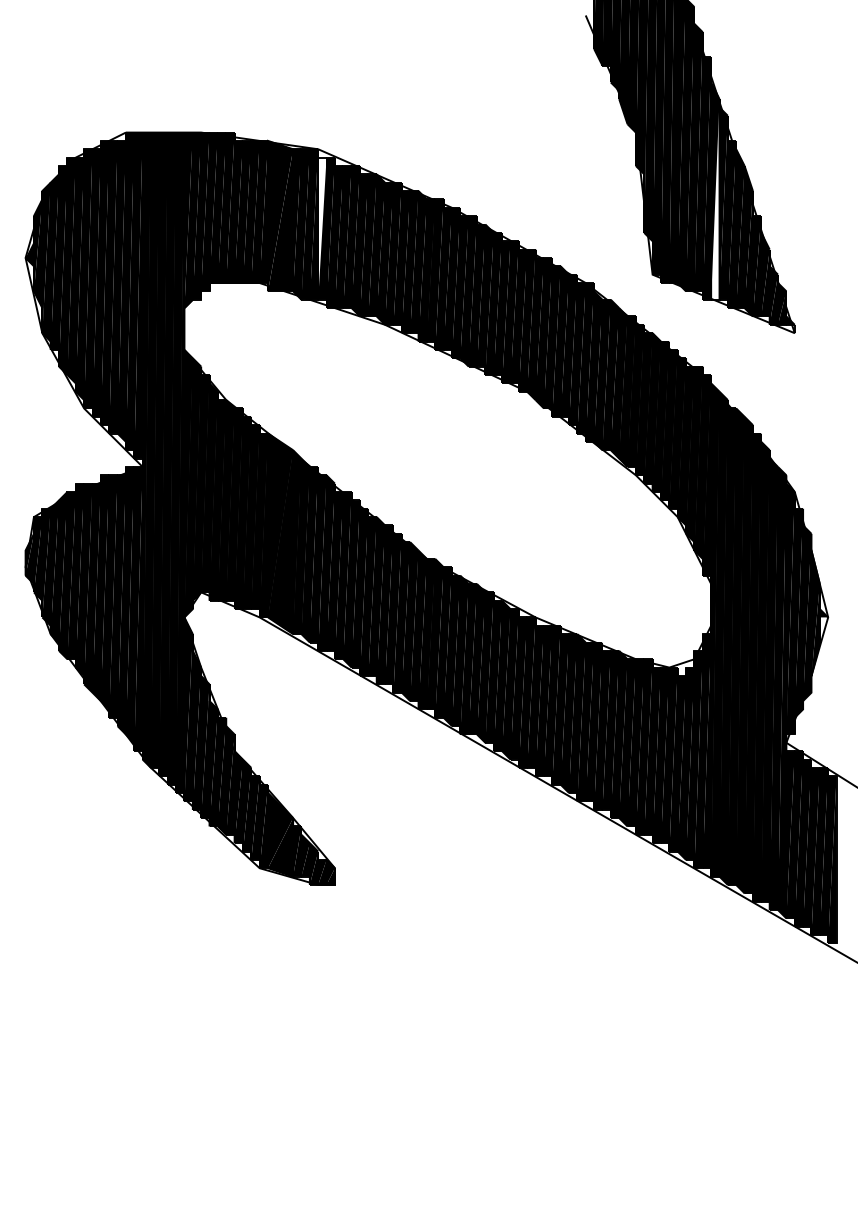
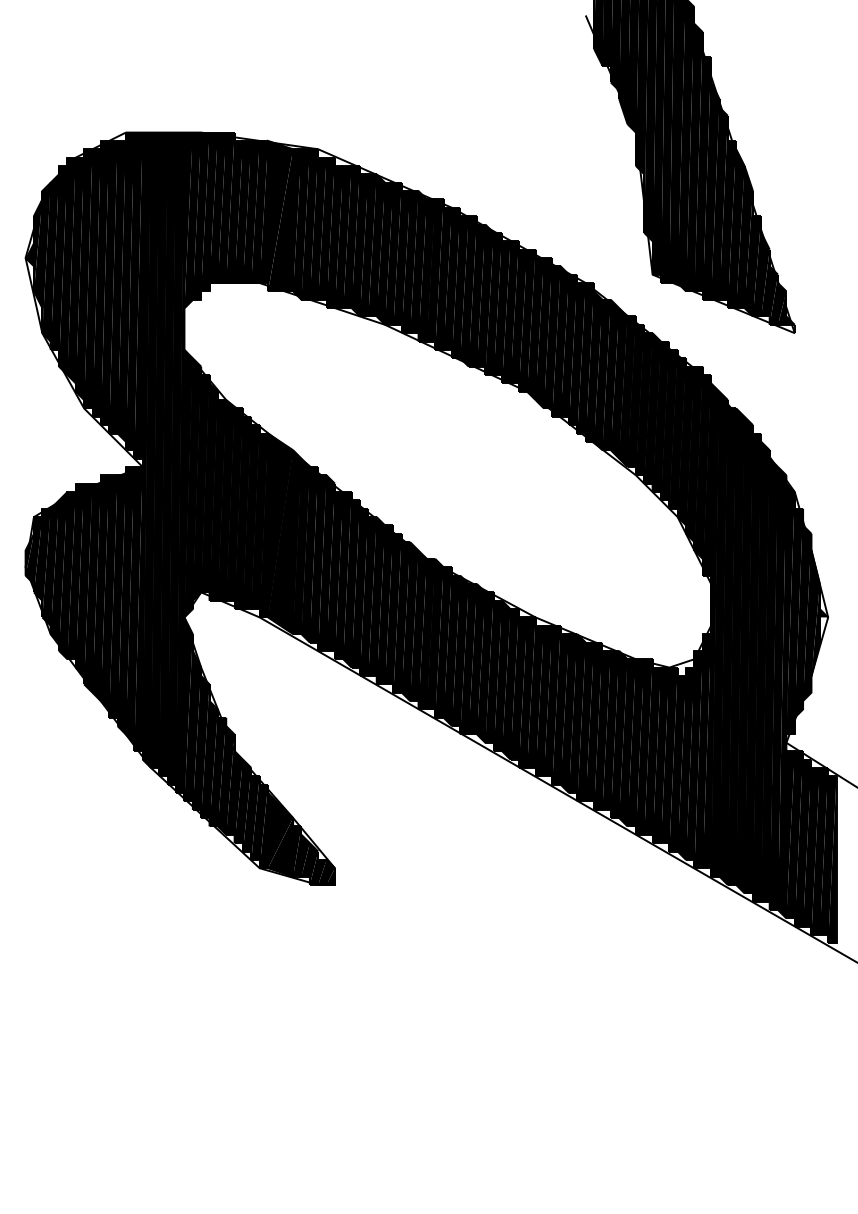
fill at (715, 199): none -> present
fill at (322, 228): none -> present
